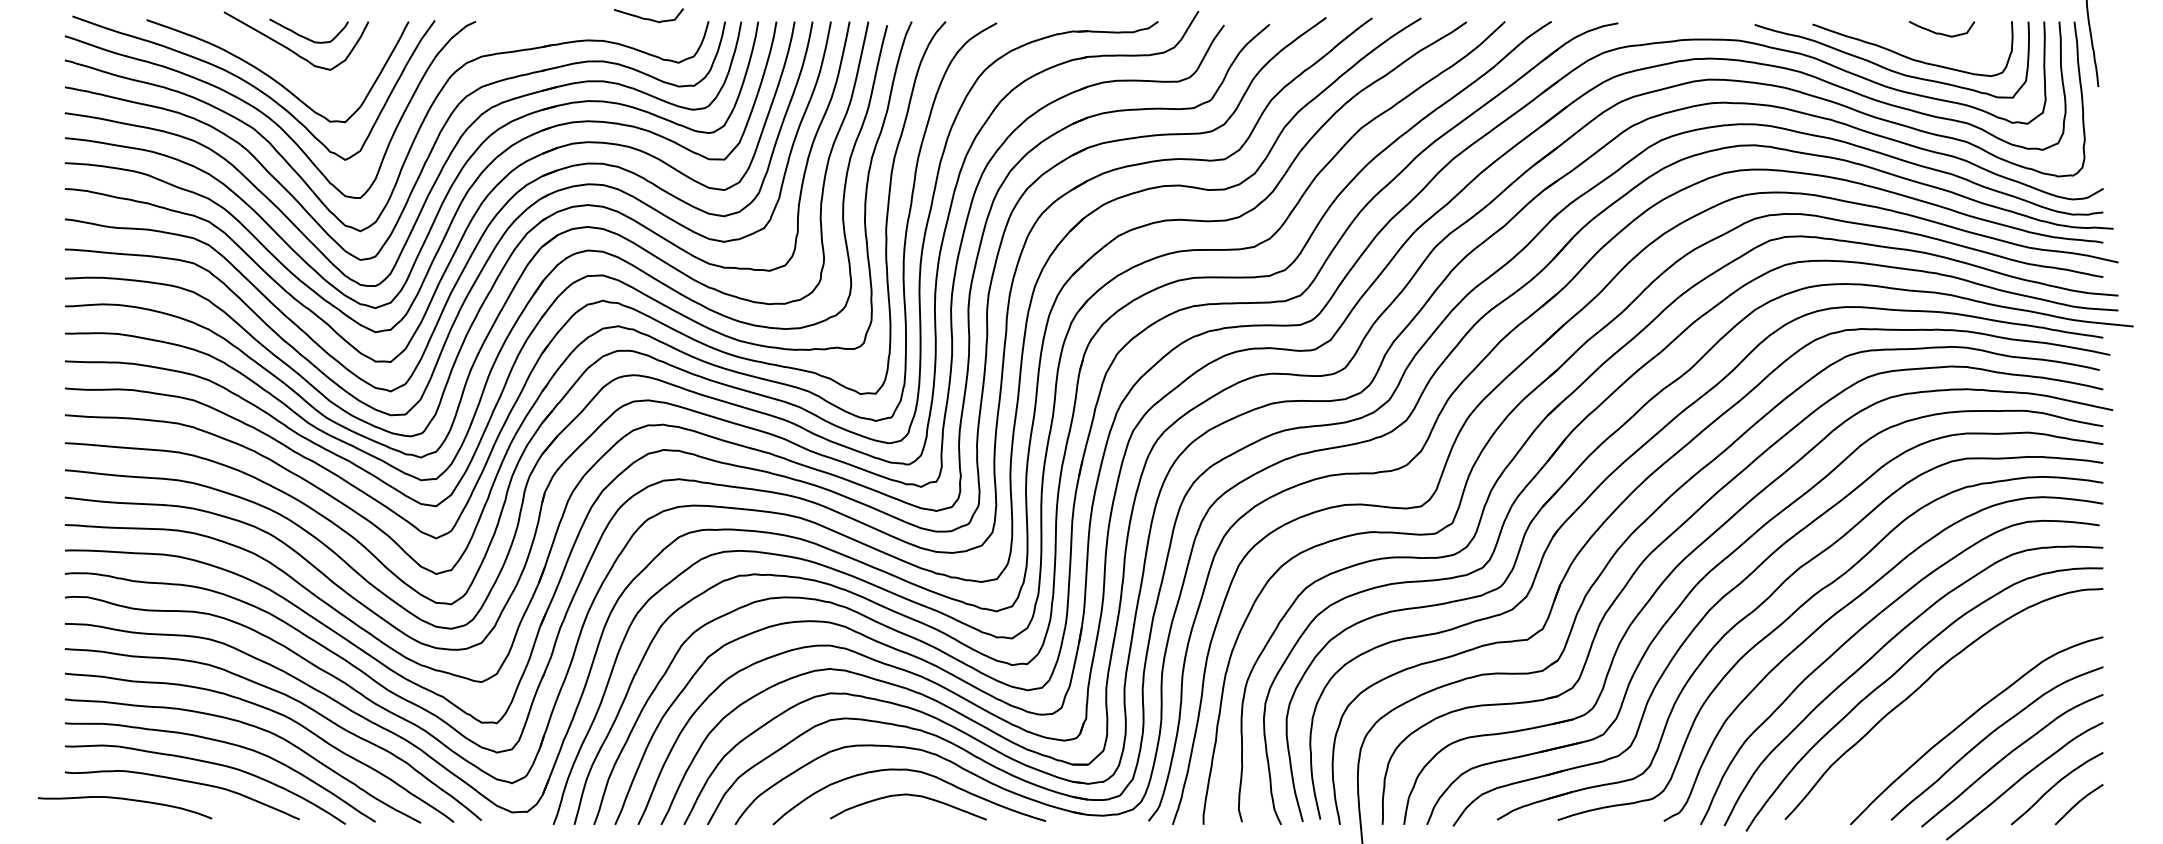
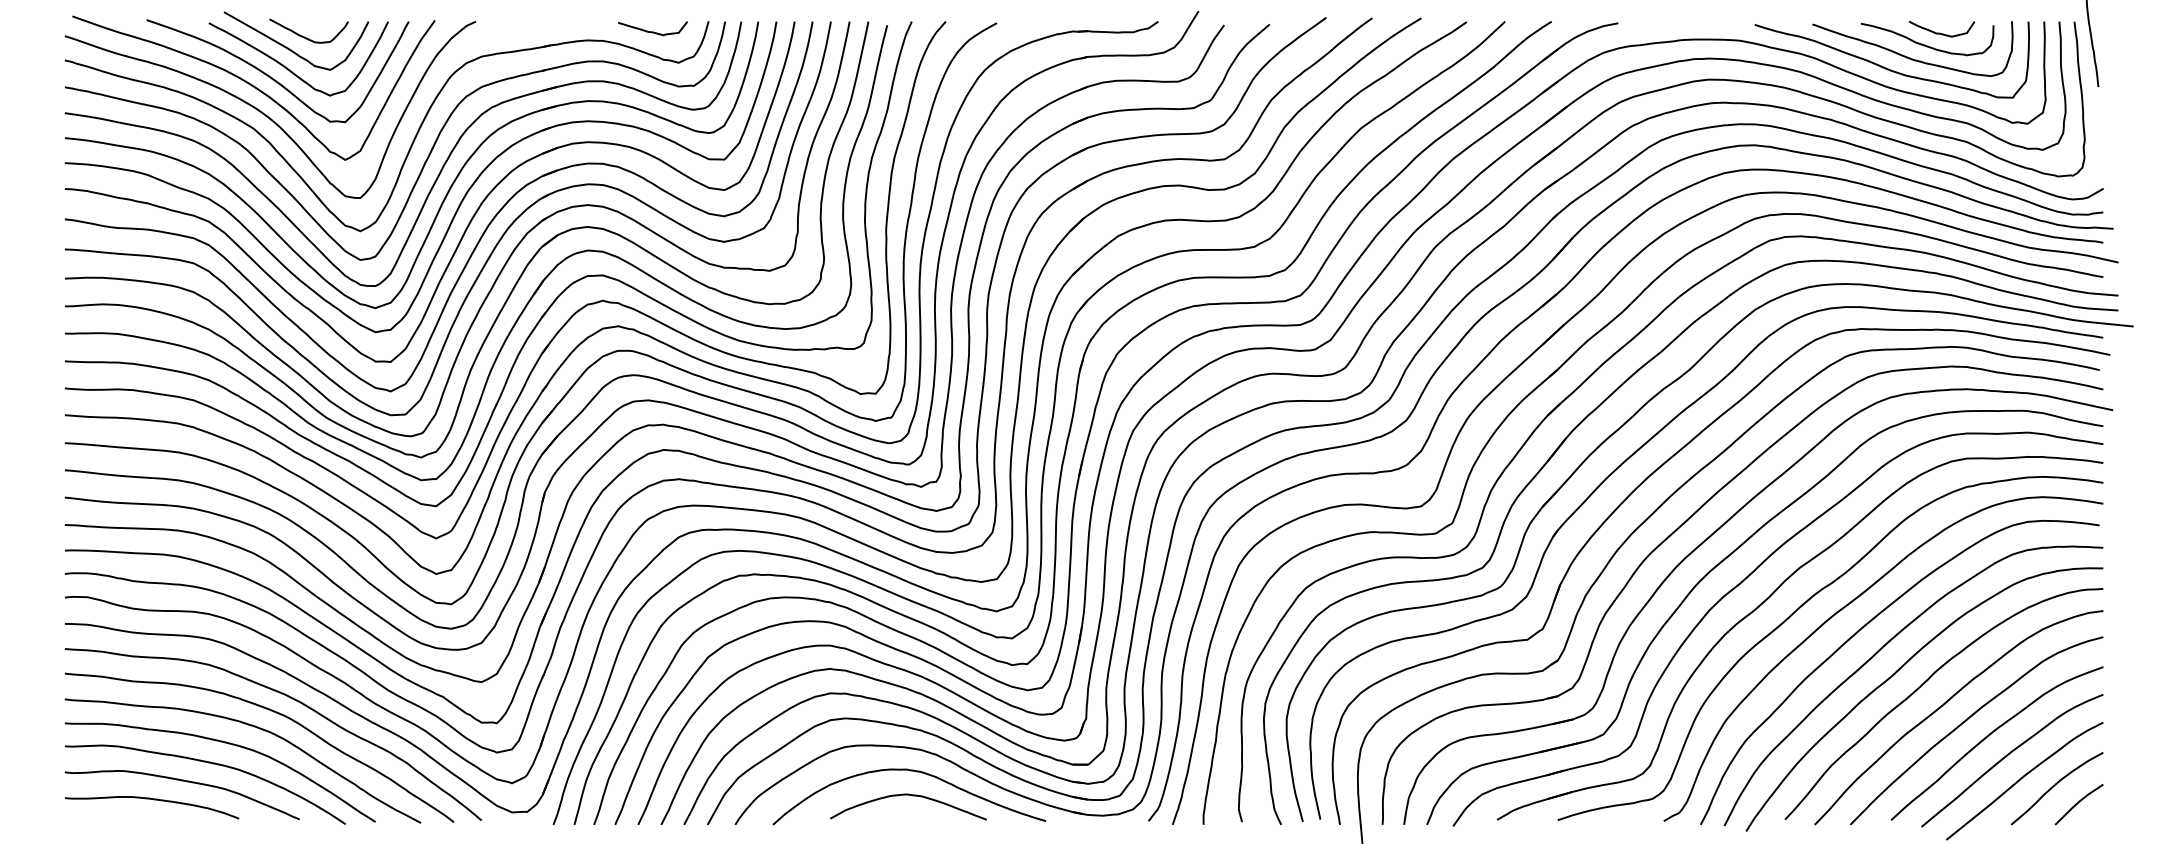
curve at (648, 18) position: (648, 18) -> (652, 31)
curve at (1925, 44): none -> present
curve at (291, 70): none -> present
curve at (1945, 704): none -> present
curve at (126, 800) position: (126, 800) -> (153, 800)
